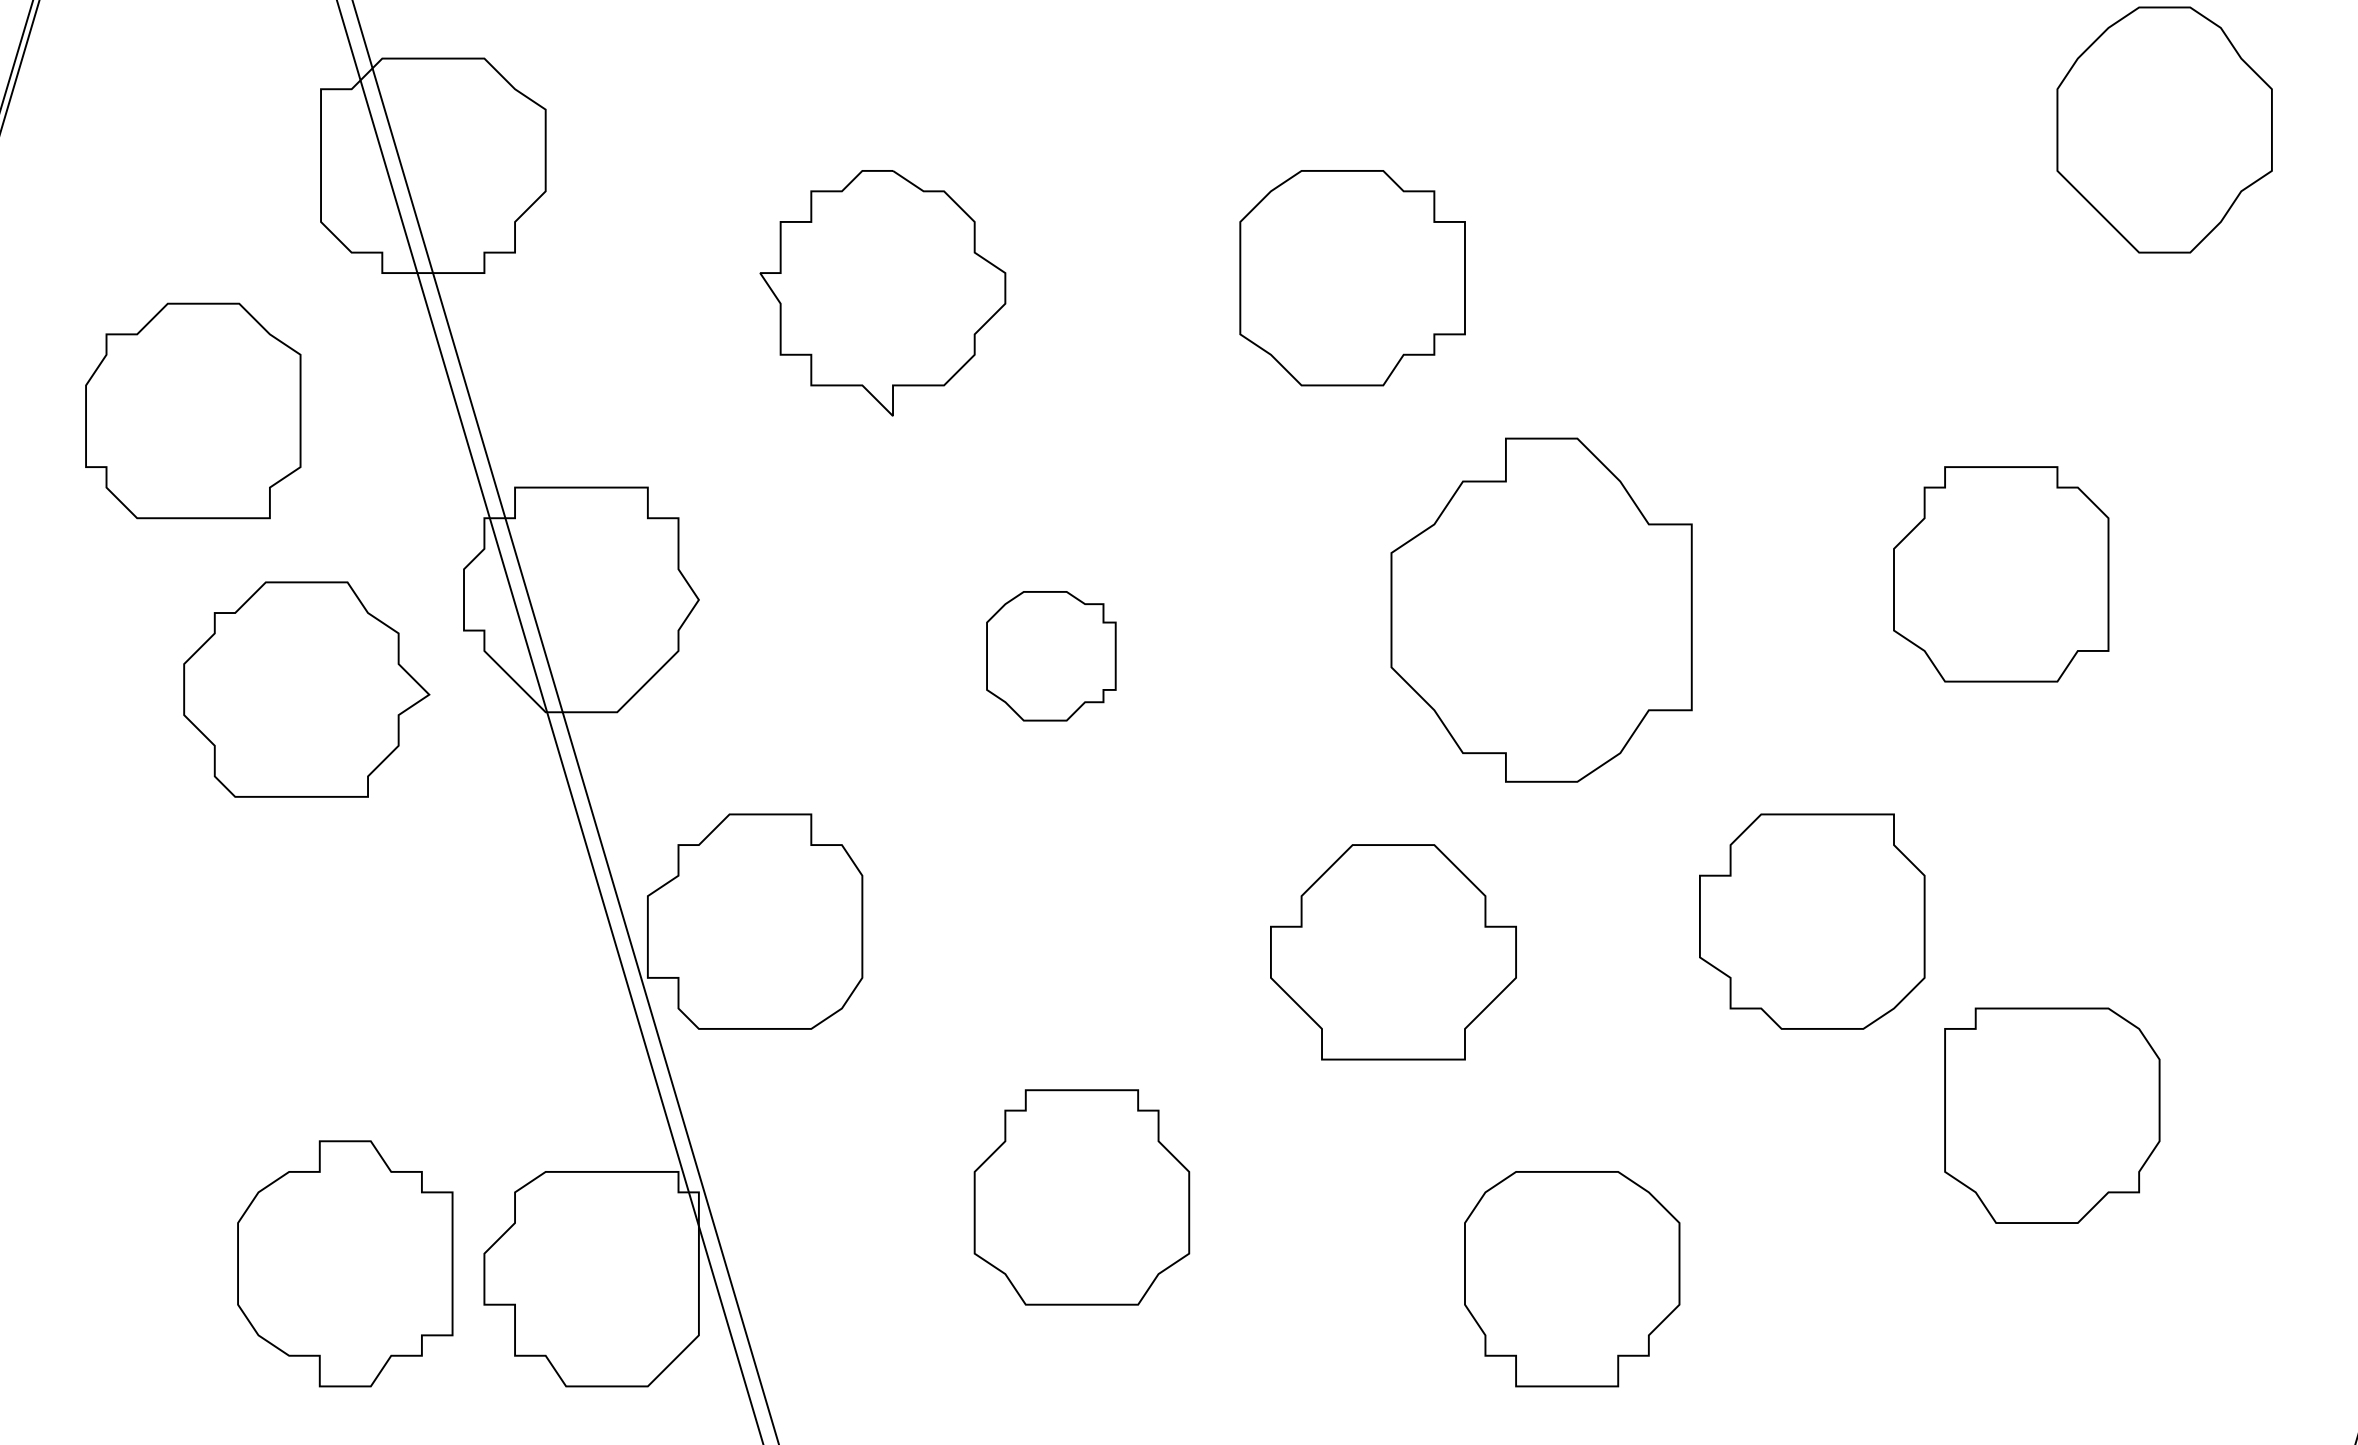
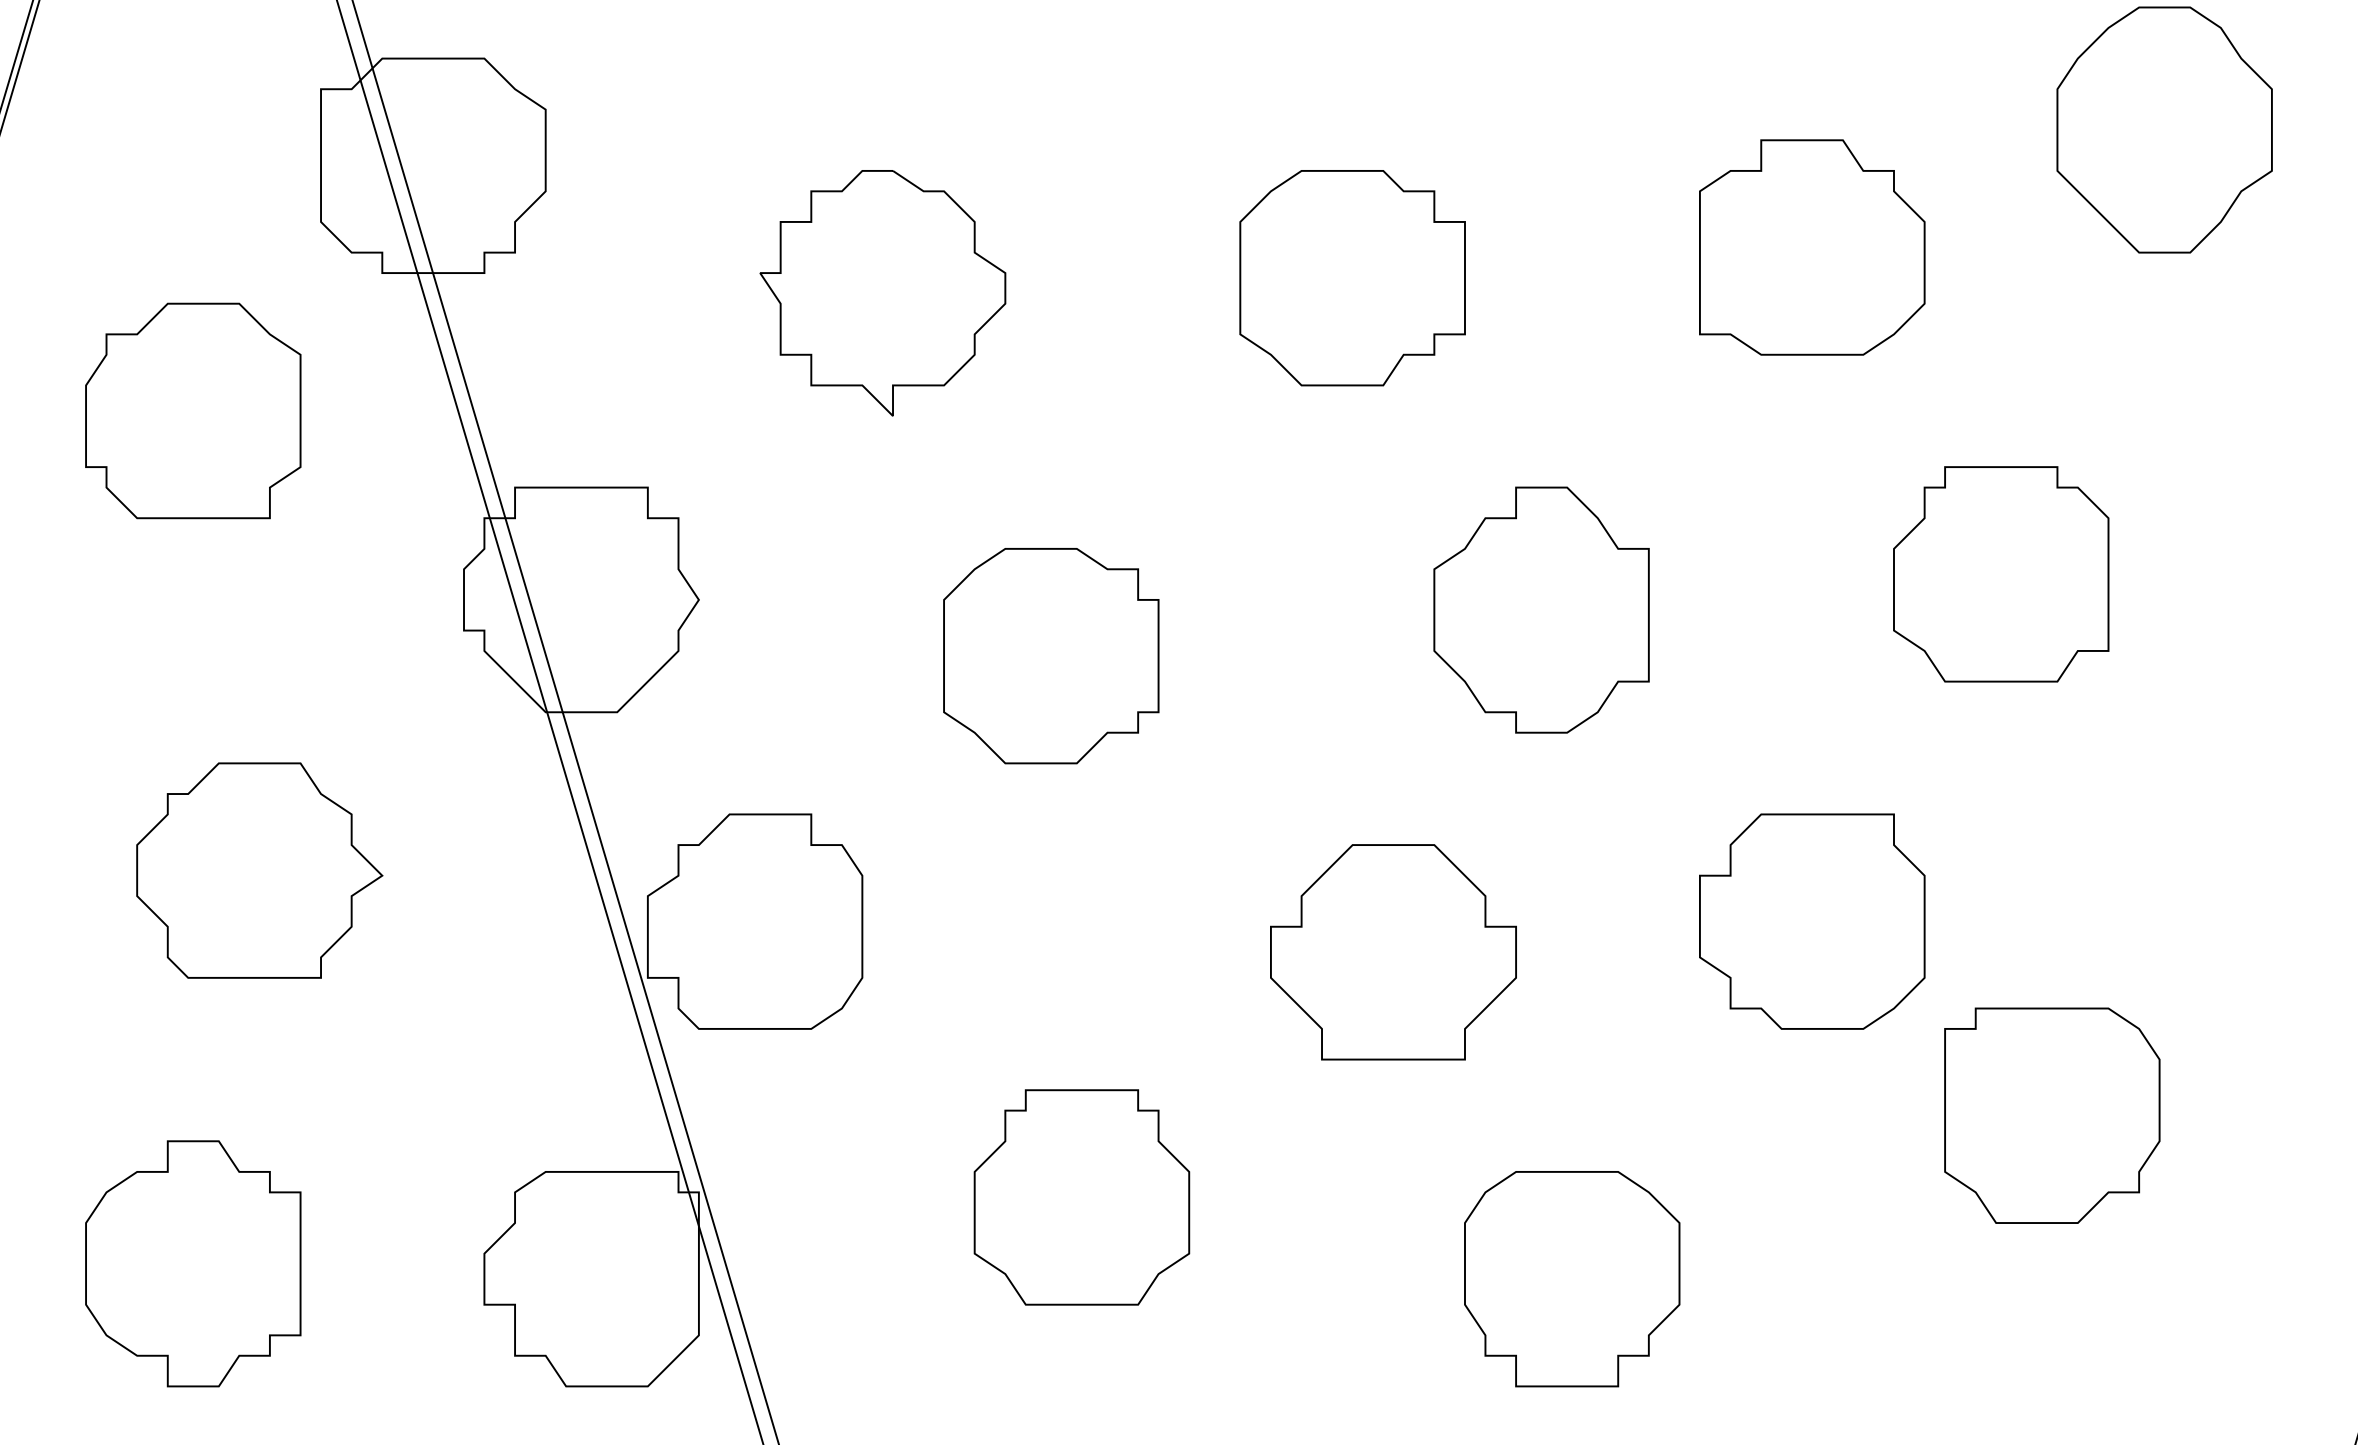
part at (1812, 247): none -> present
part at (1541, 609) size: 303x346 px -> 217x248 px
part at (1051, 656) size: 131x131 px -> 217x217 px
part at (306, 689) position: (306, 689) -> (259, 870)
part at (345, 1263) position: (345, 1263) -> (193, 1263)
